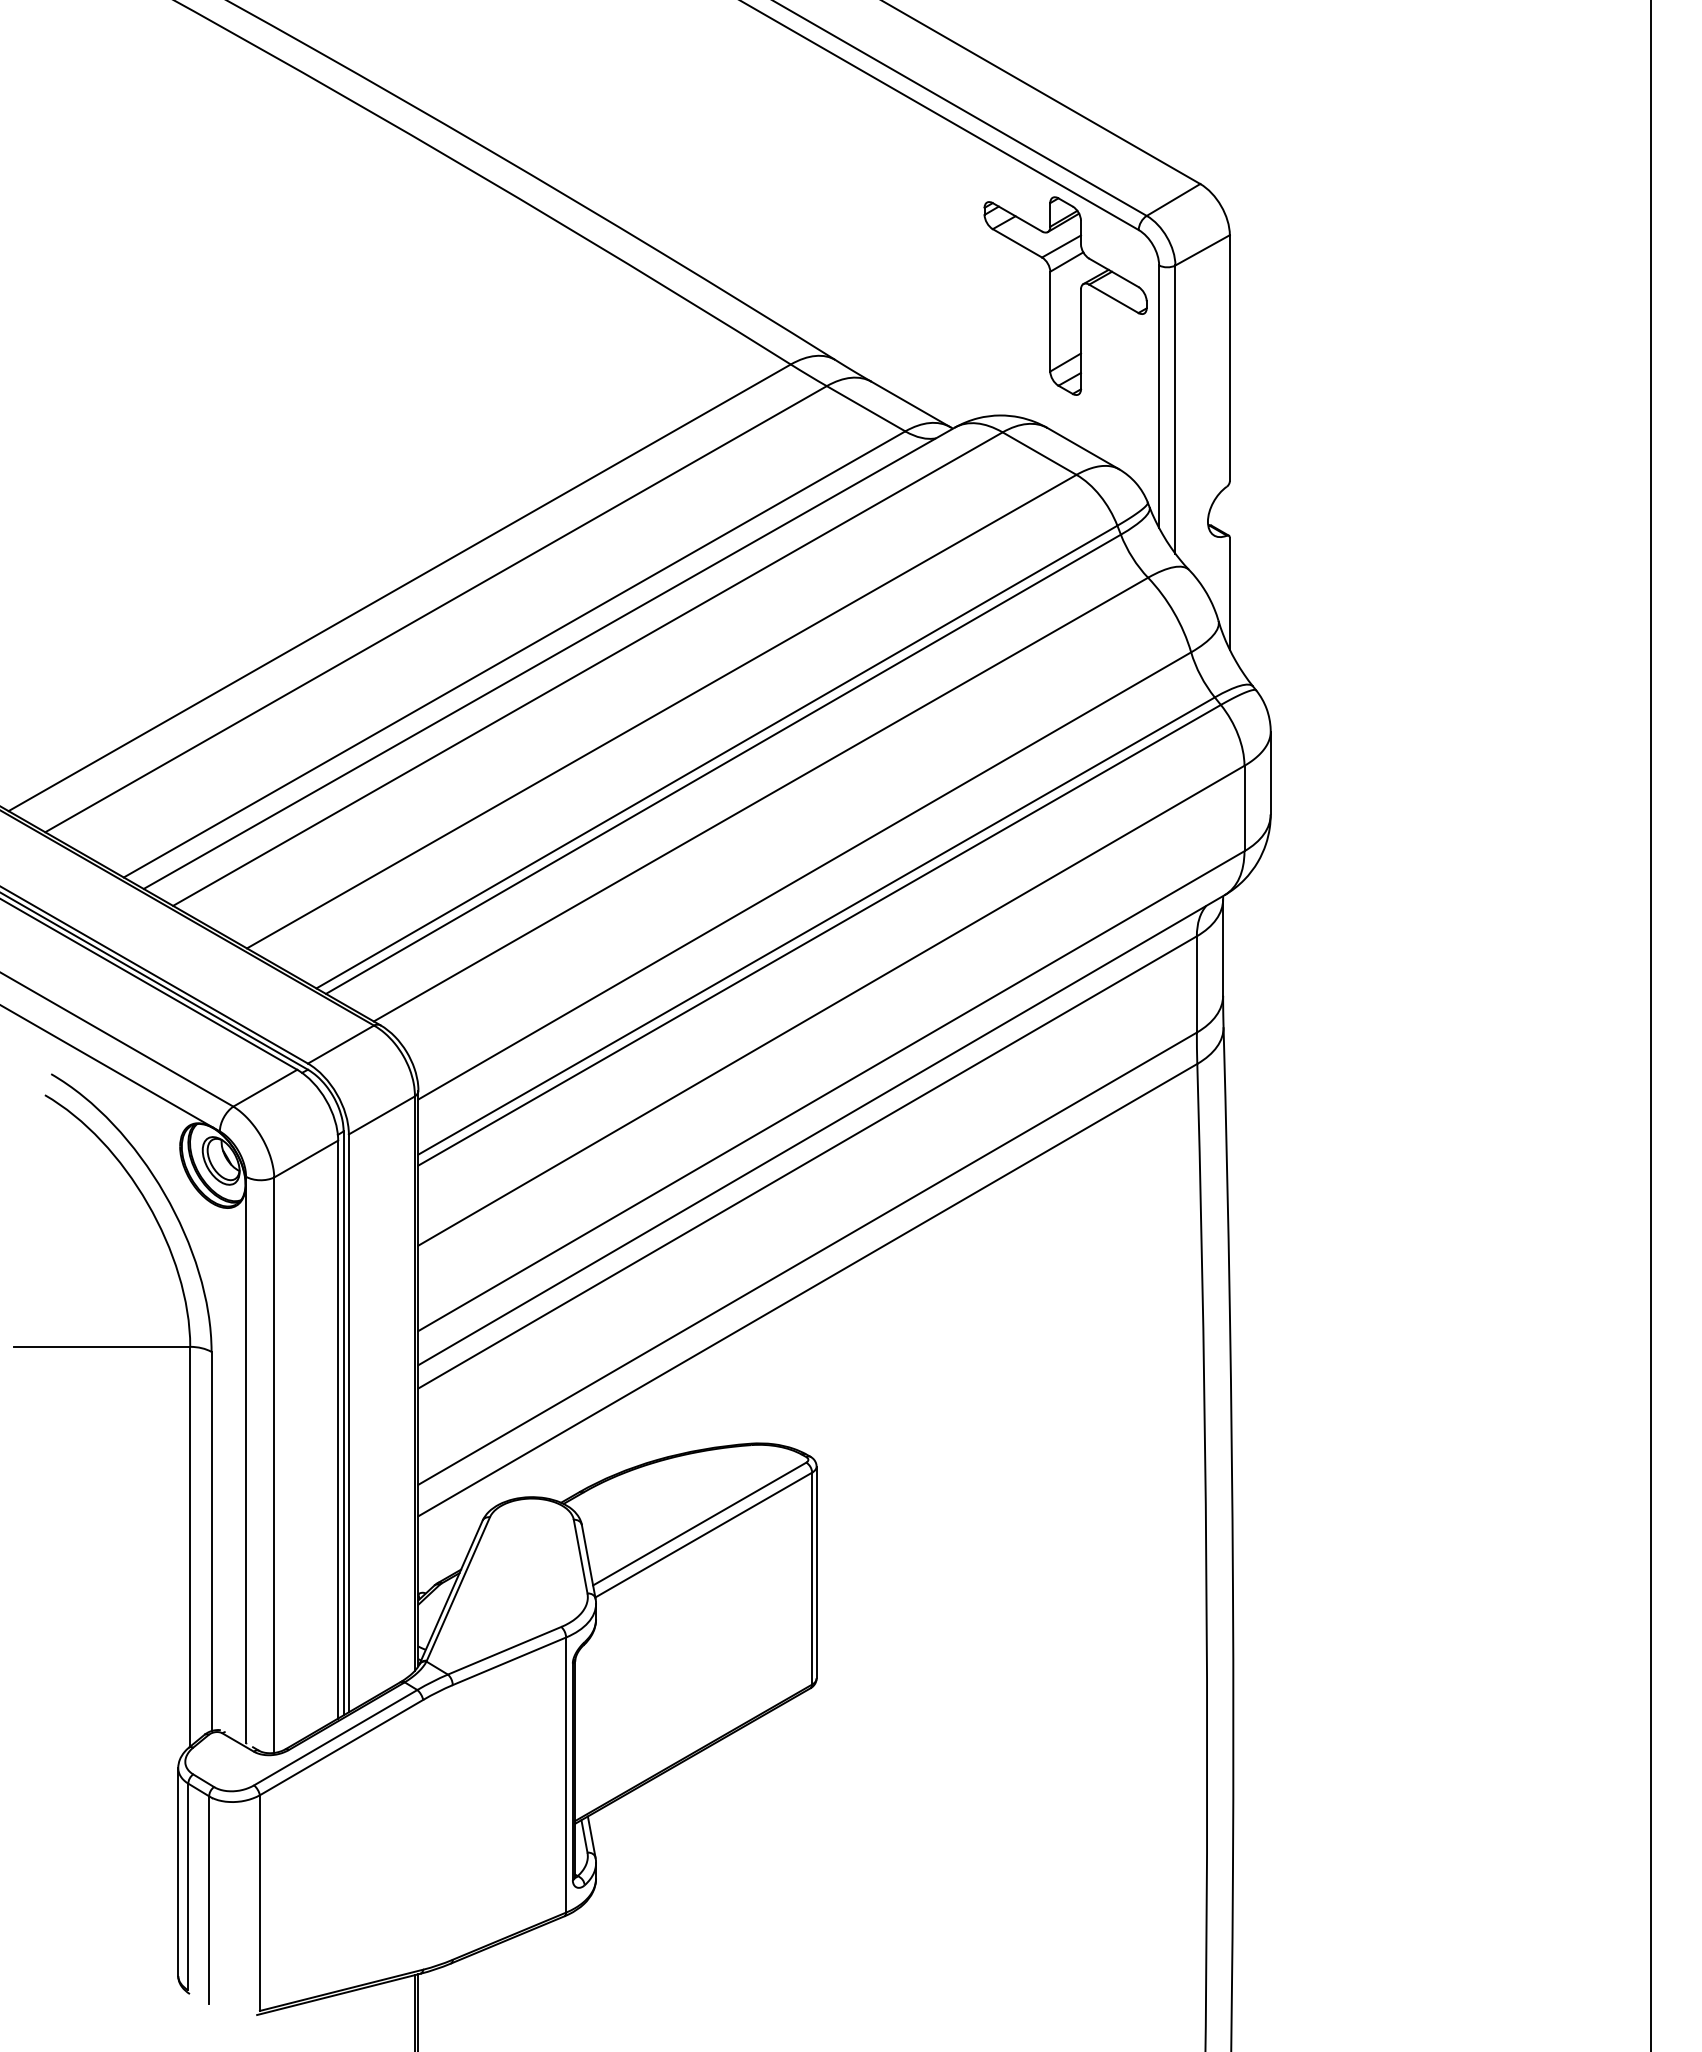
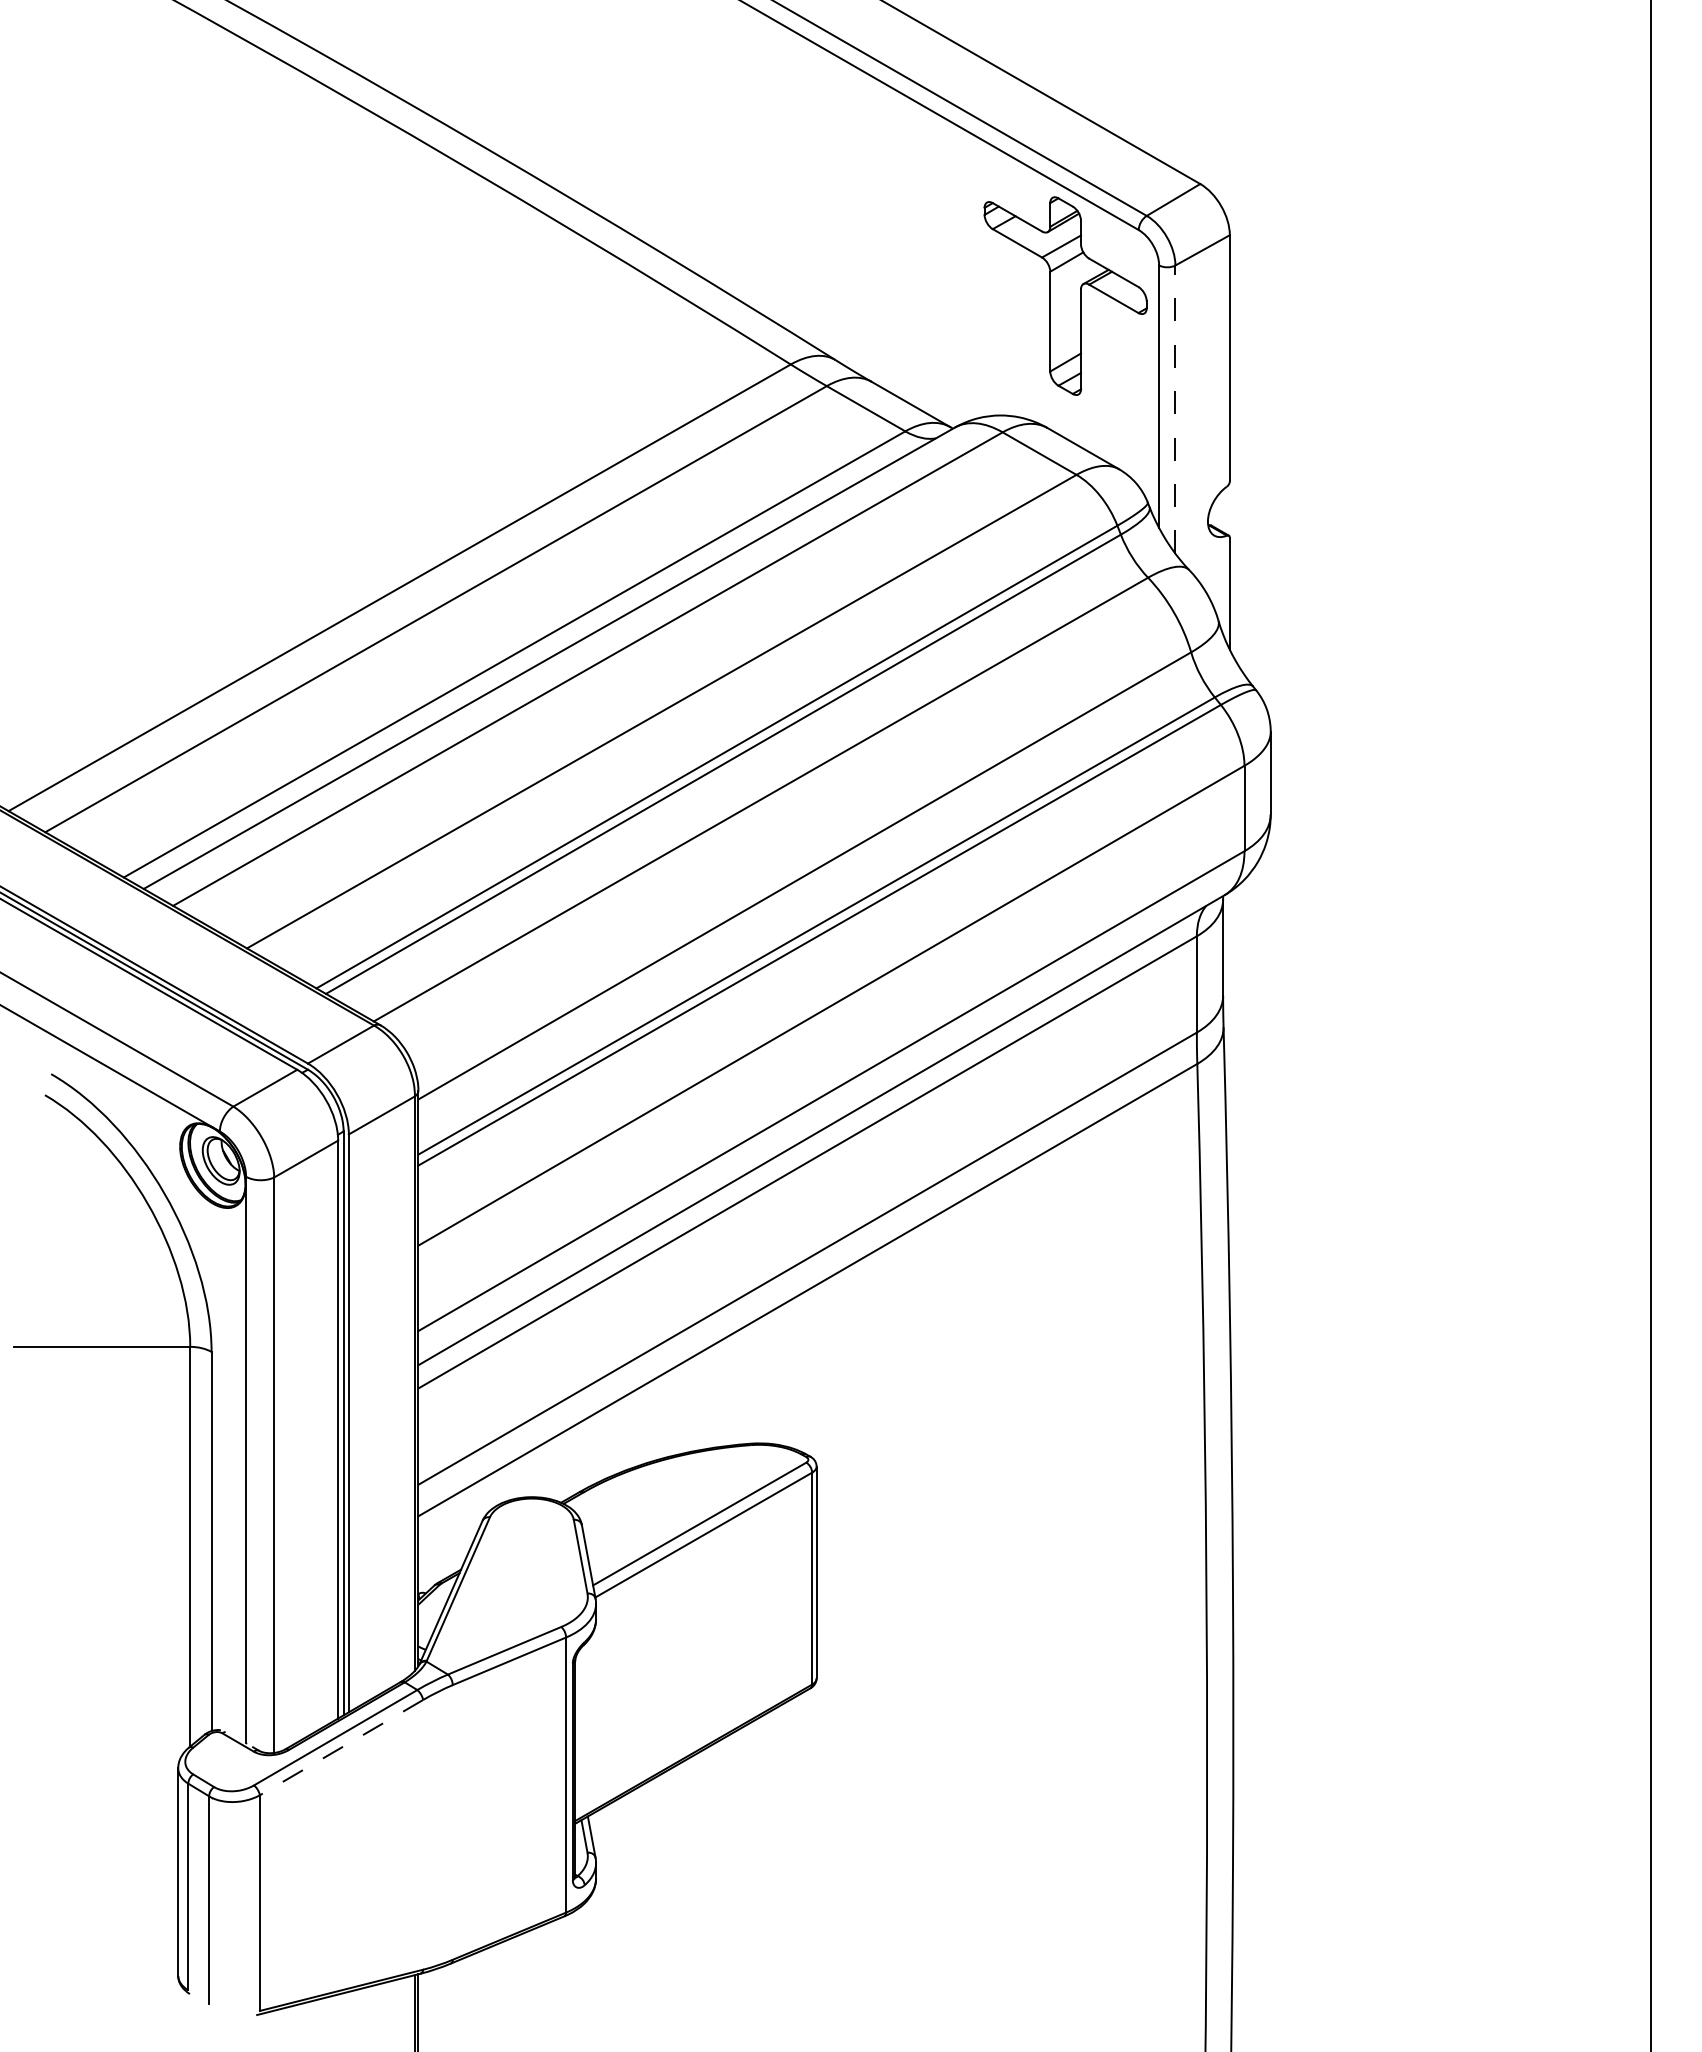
line at (1175, 409): solid -> dashed
line at (341, 1747): solid -> dashed
